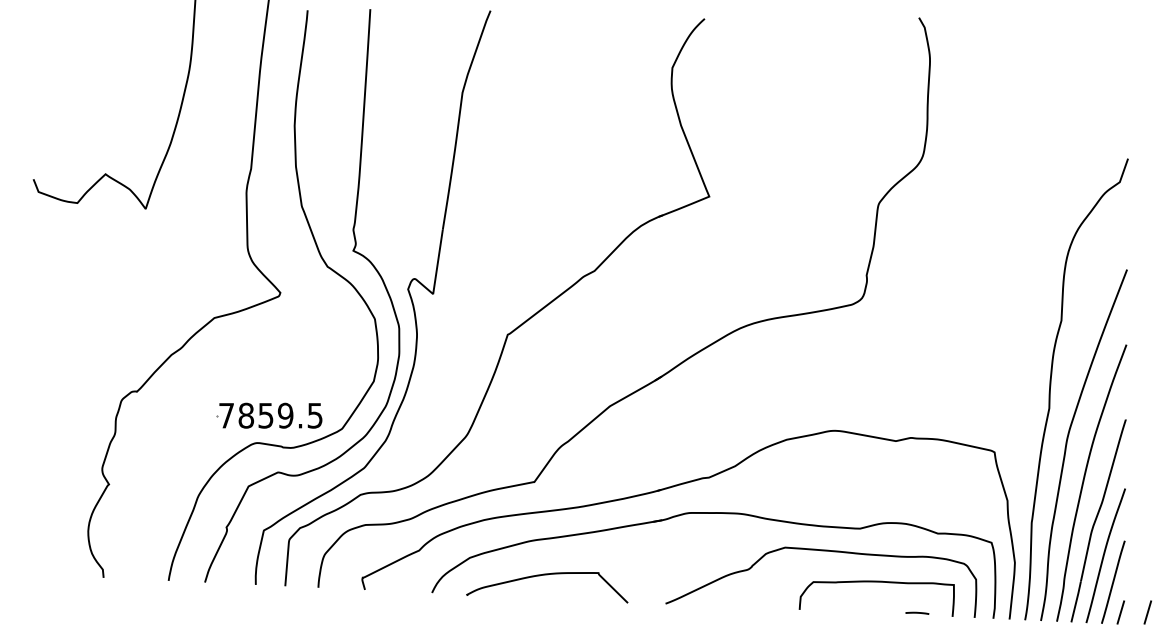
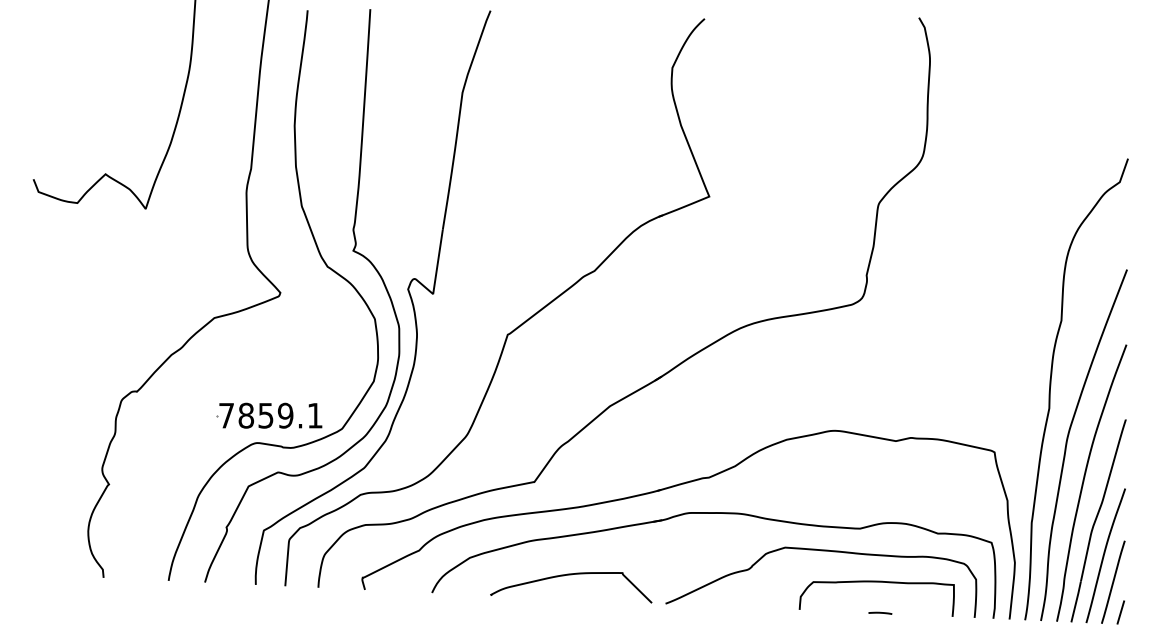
text at (314, 415): 7859.5 -> 7859.1
curve at (547, 575) position: (547, 575) -> (571, 575)
line at (917, 612) position: (917, 612) -> (880, 612)
line at (1147, 612): present -> none
